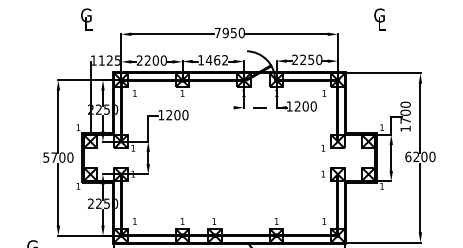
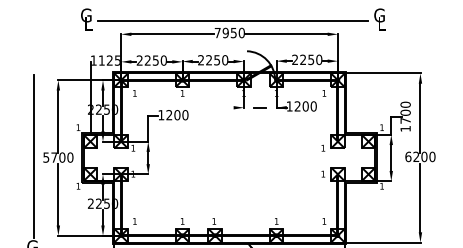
line at (233, 21): none -> present
text at (155, 60): 2200 -> 2250
text at (213, 60): 1462 -> 2250
line at (33, 155): none -> present
